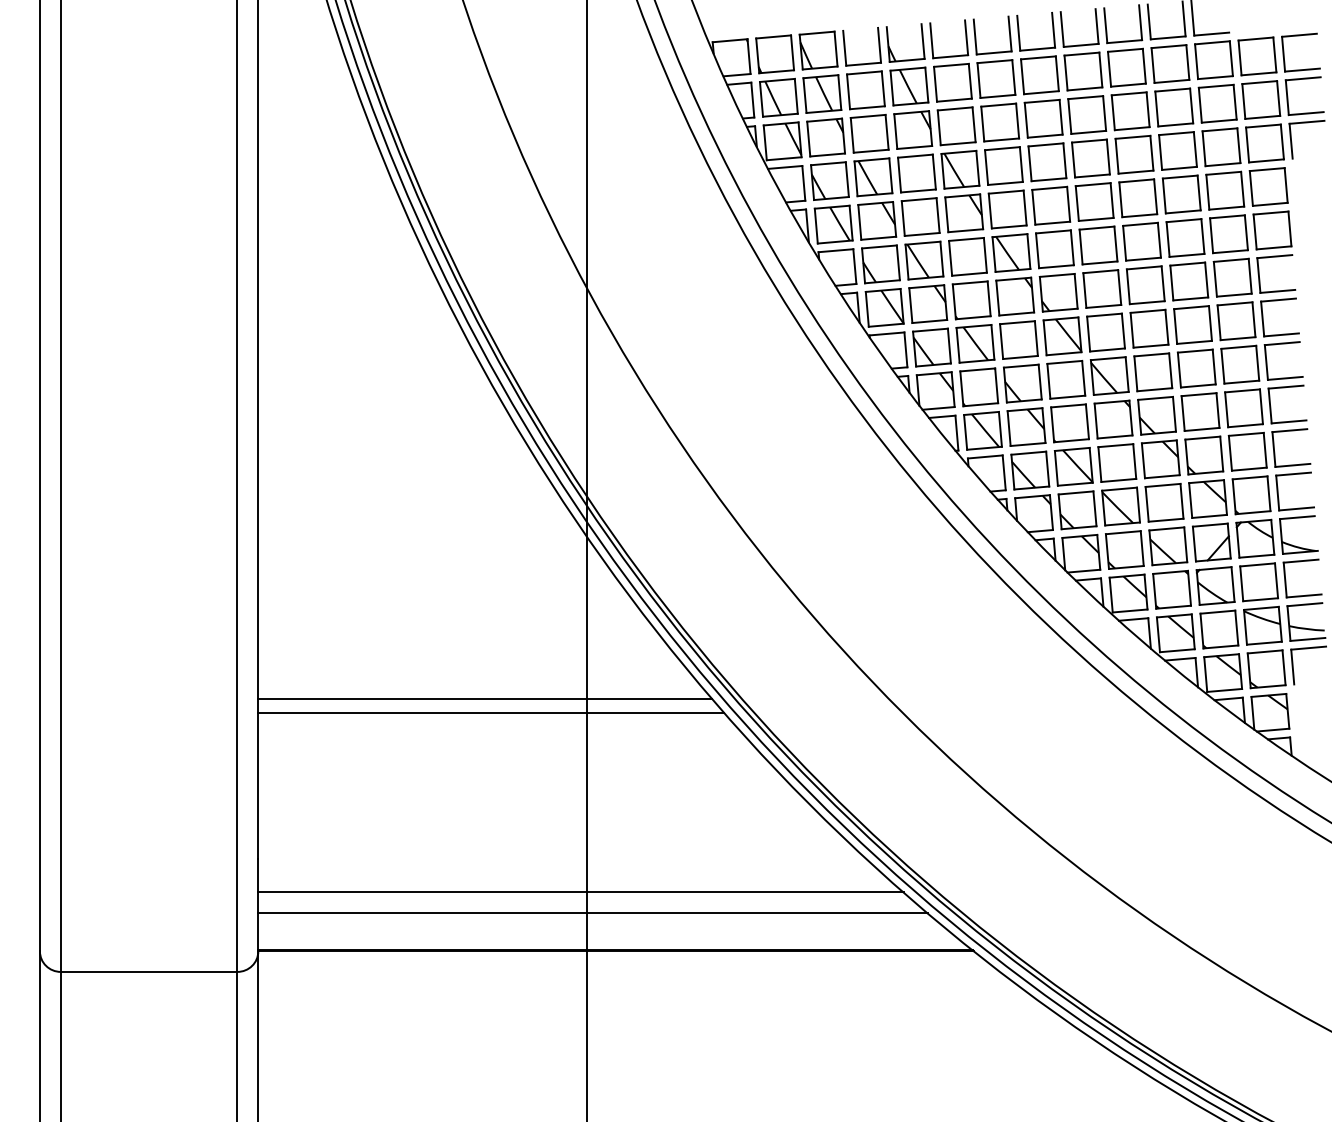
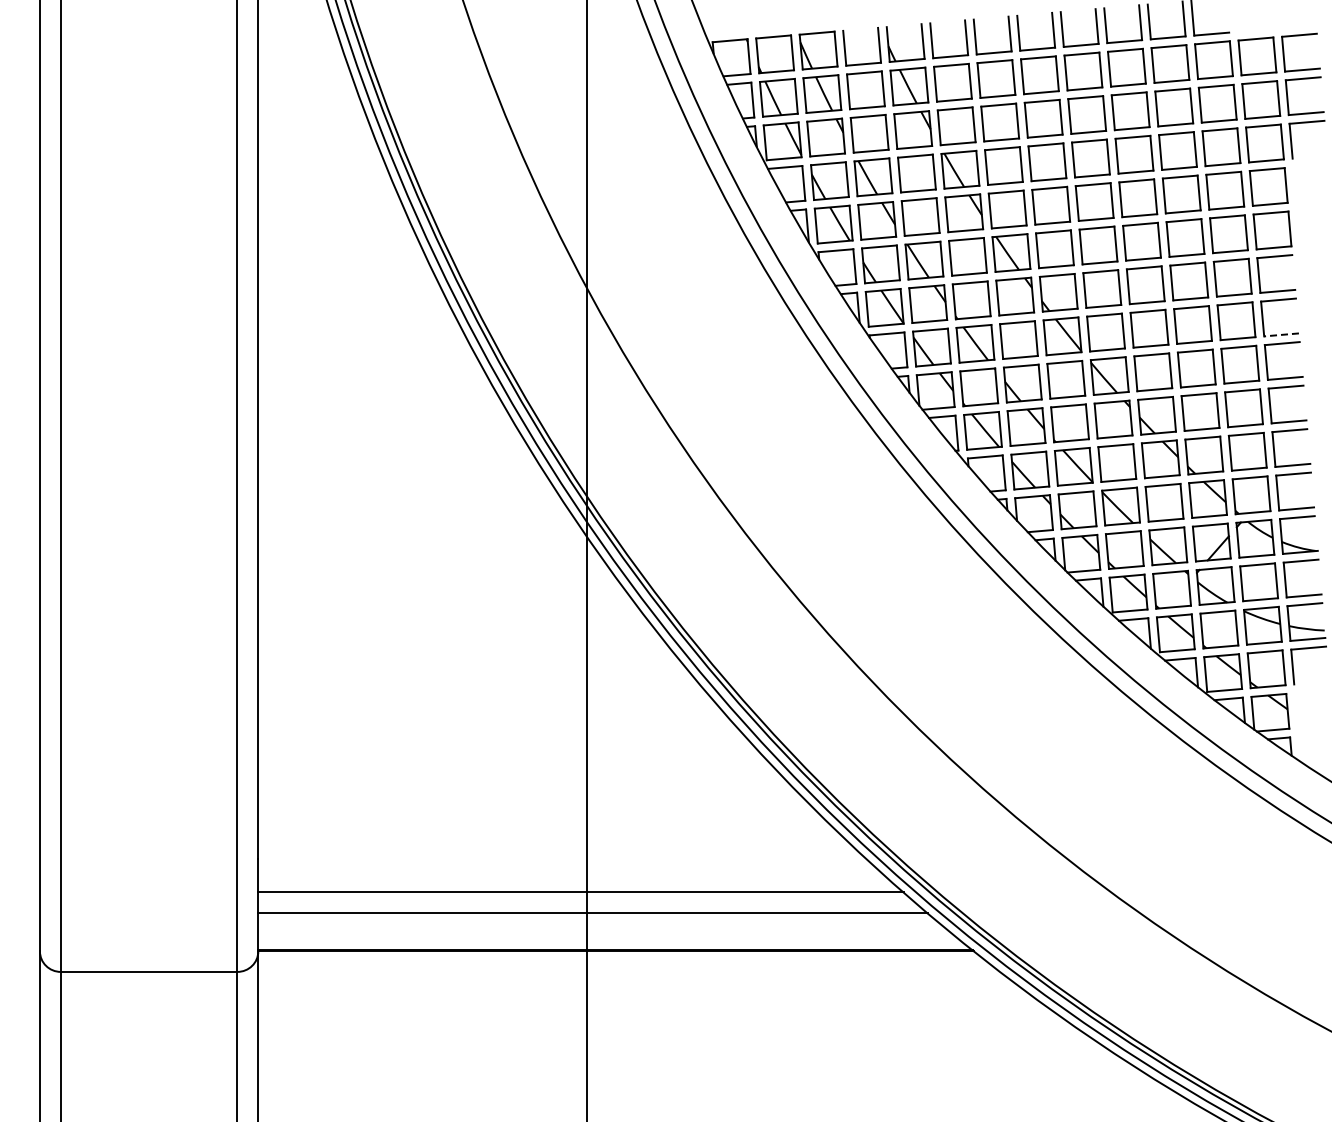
line at (1281, 334): solid -> dashed
line at (485, 698): present -> none
line at (491, 712): present -> none
